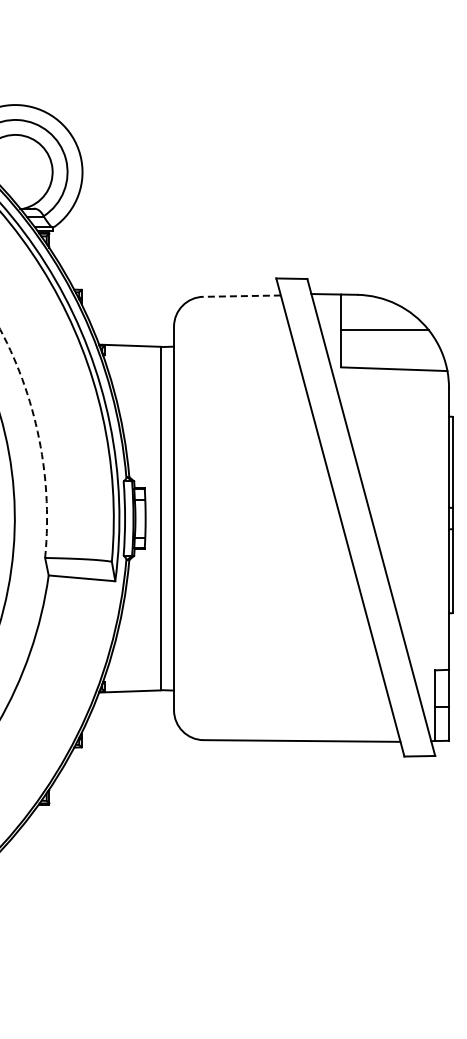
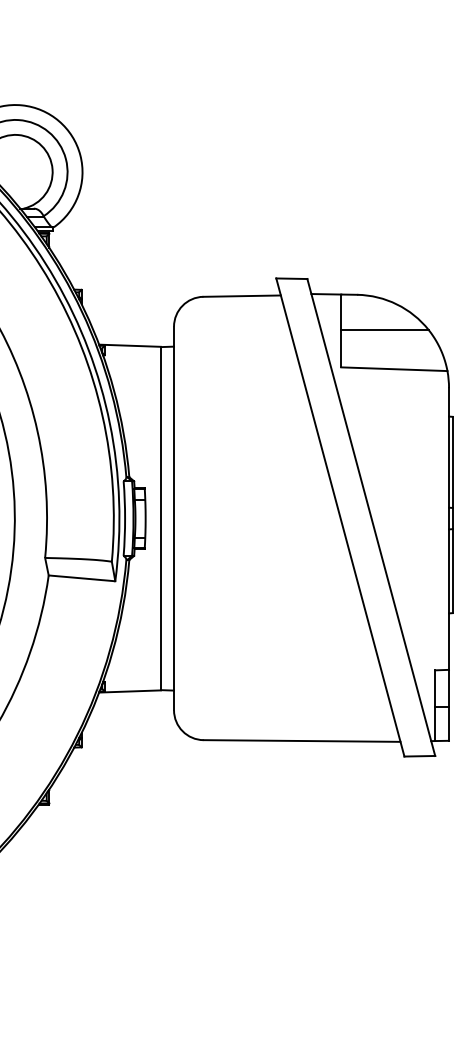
line at (242, 296): dashed -> solid
arc at (39, 439): dashed -> solid
